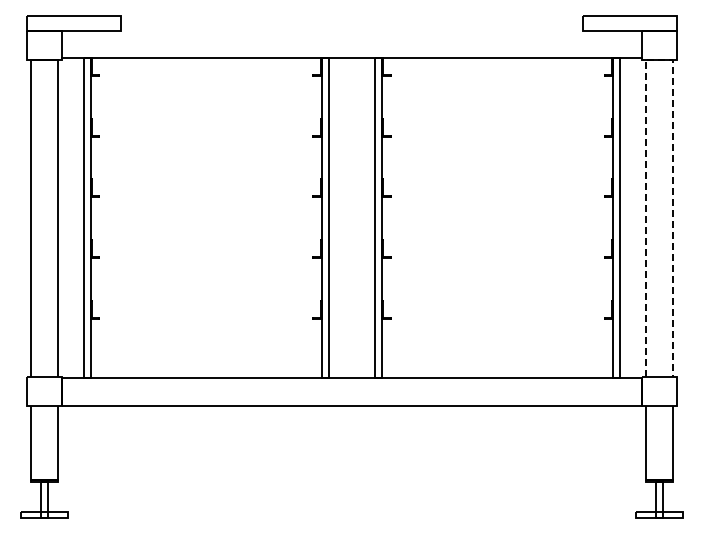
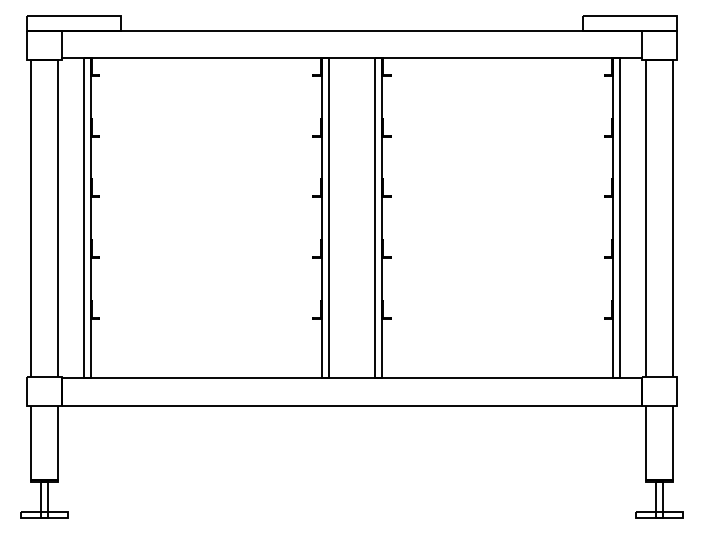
line at (351, 30): none -> present
line at (659, 59): dashed -> solid
